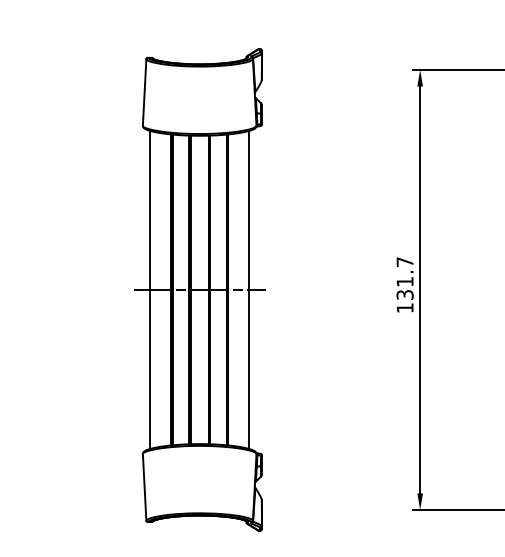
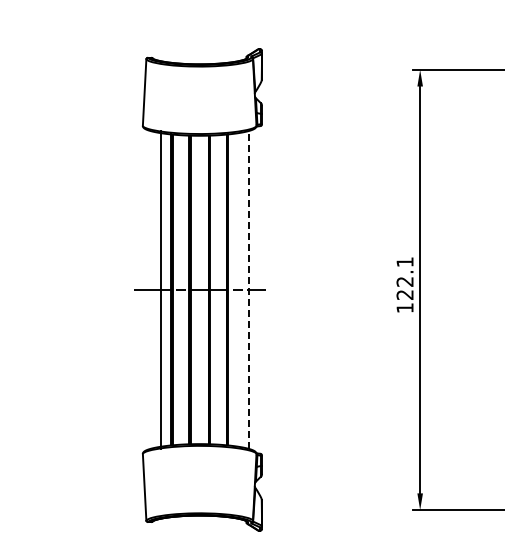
text at (404, 278): 131.7 -> 122.1
line at (150, 289) position: (150, 289) -> (161, 289)
line at (249, 289): solid -> dashed
